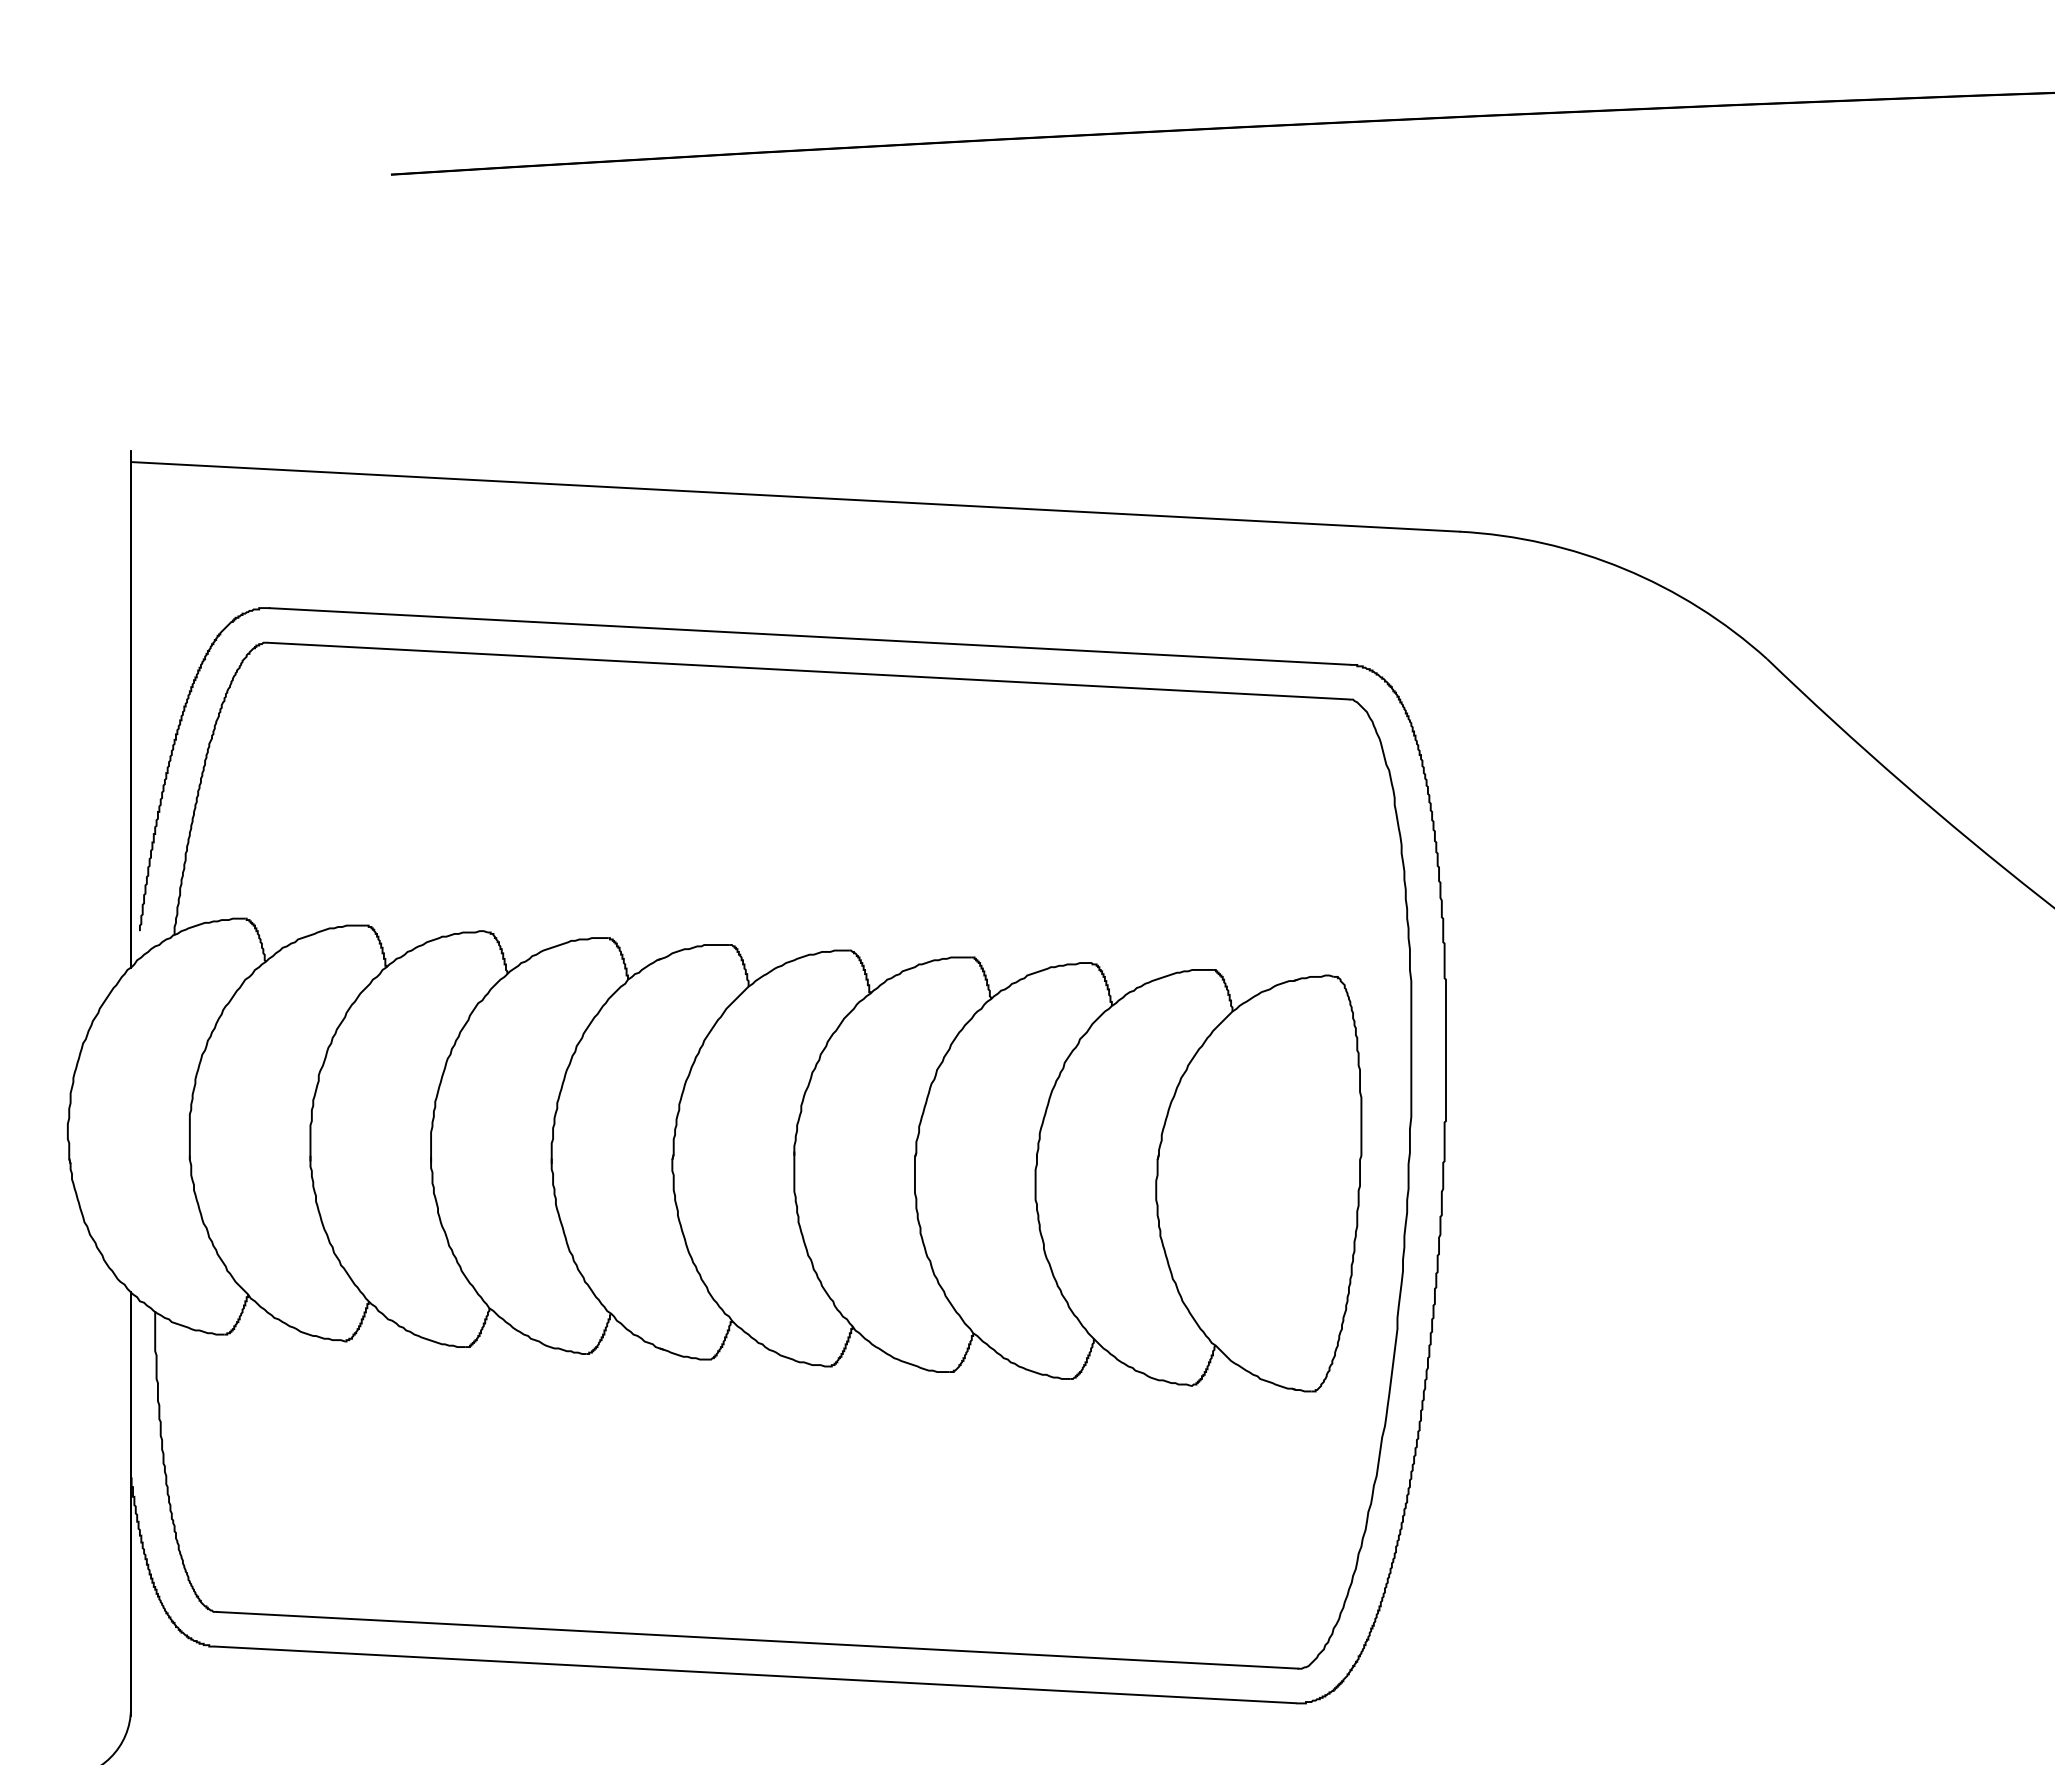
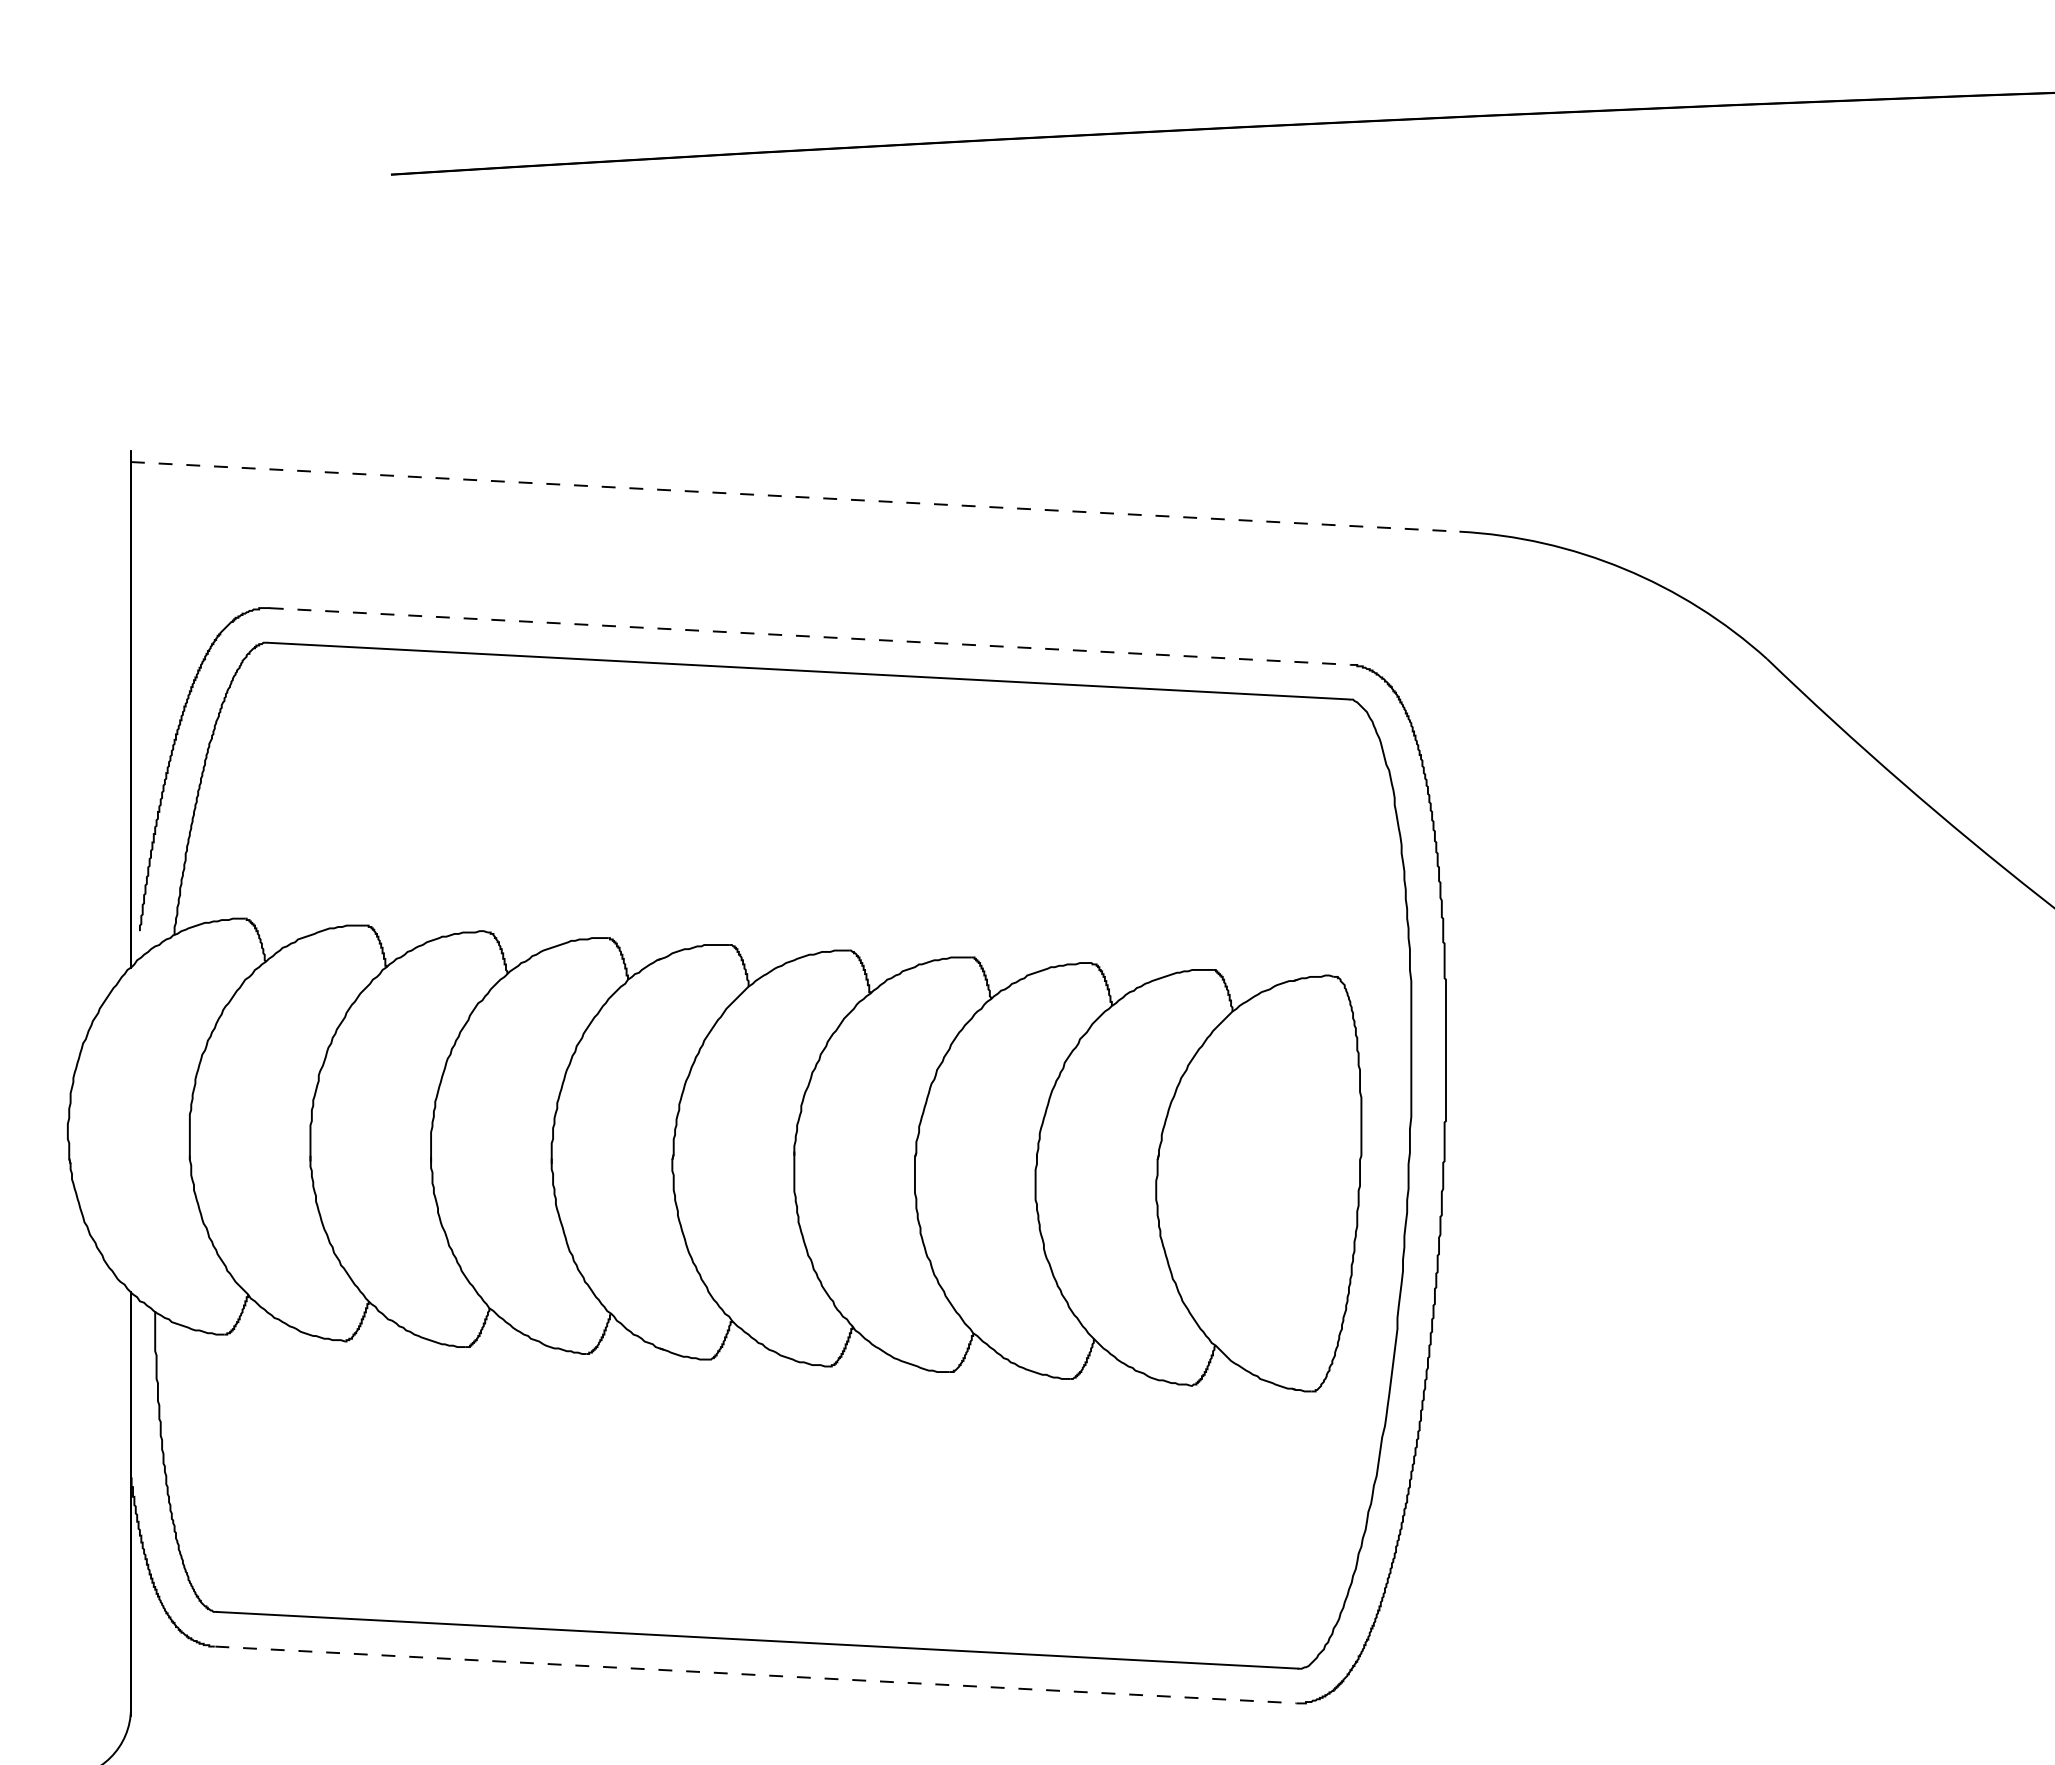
line at (795, 496): solid -> dashed
line at (810, 636): solid -> dashed
line at (755, 1674): solid -> dashed
